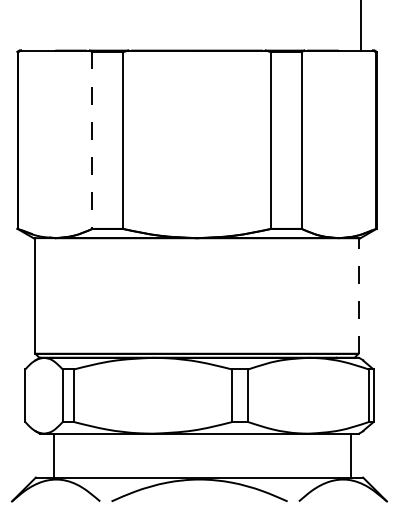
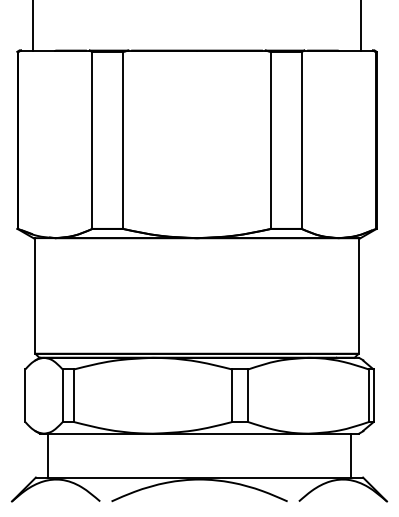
line at (33, 26): none -> present
line at (92, 140): dashed -> solid
line at (358, 295): dashed -> solid
line at (53, 455) position: (53, 455) -> (47, 455)
